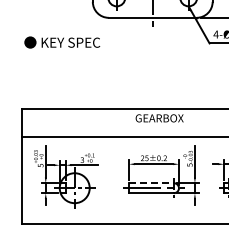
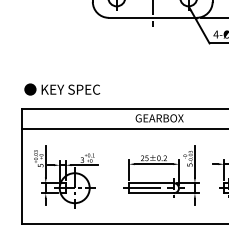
text at (62, 42) position: (62, 42) -> (62, 89)
line at (123, 137) position: (123, 137) -> (123, 129)
line at (152, 183): dashed -> solid
